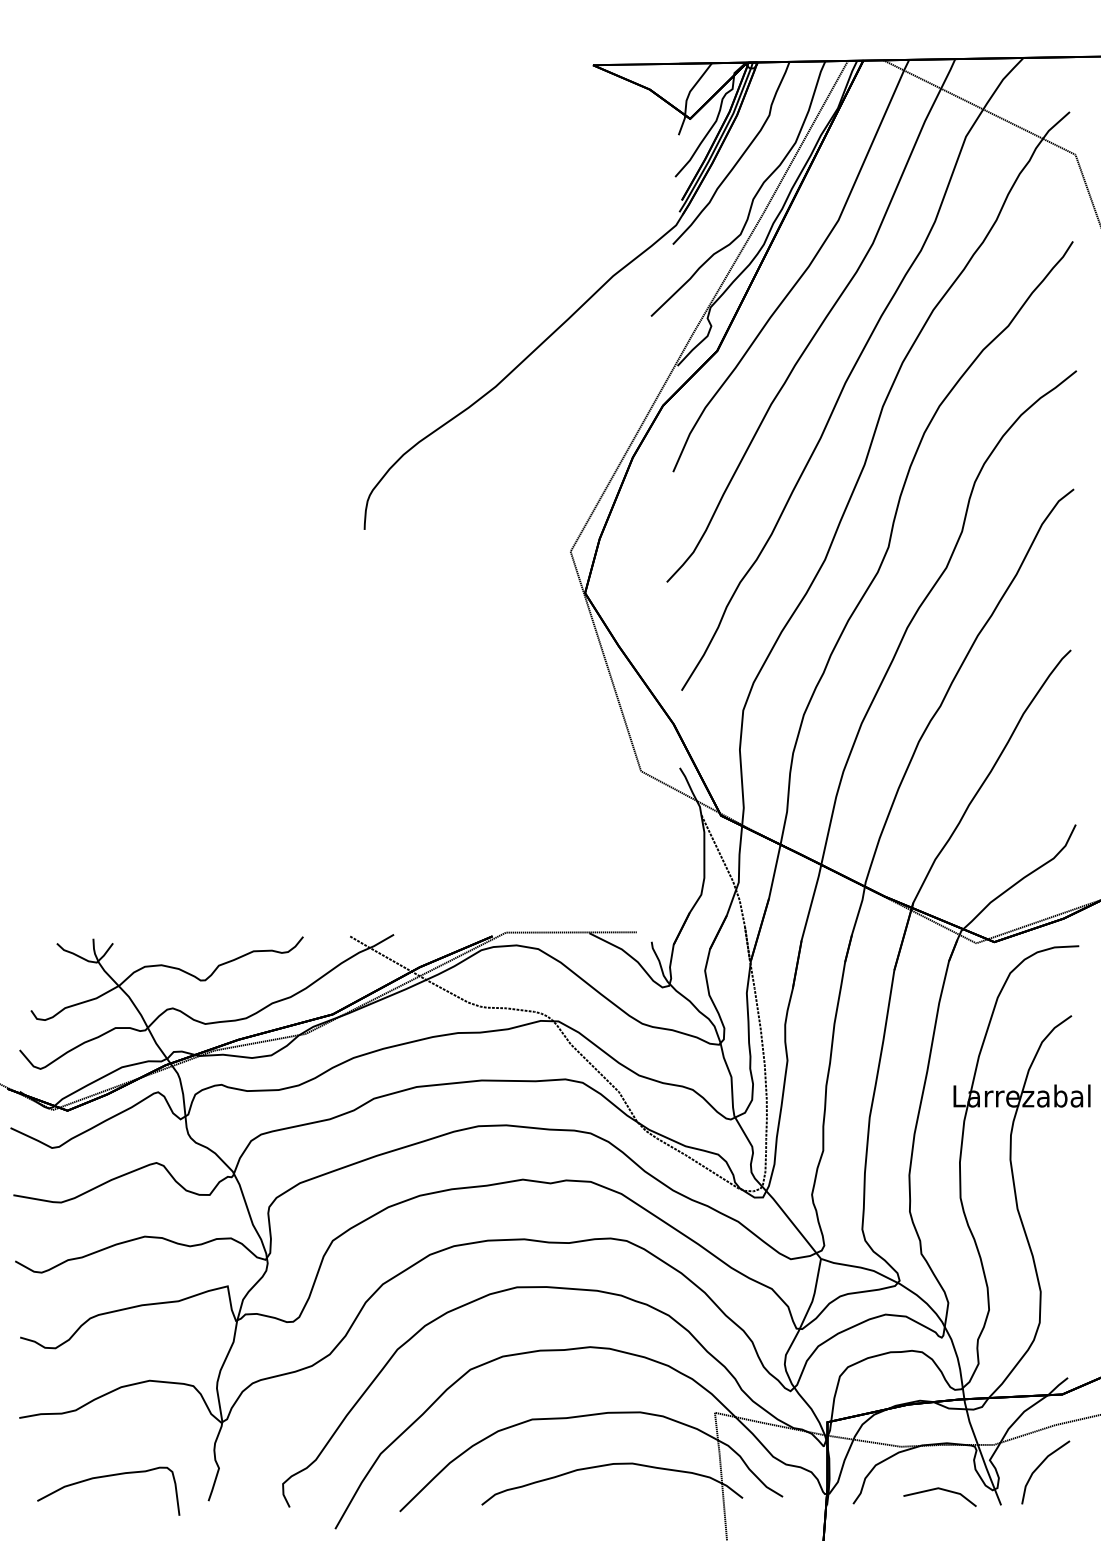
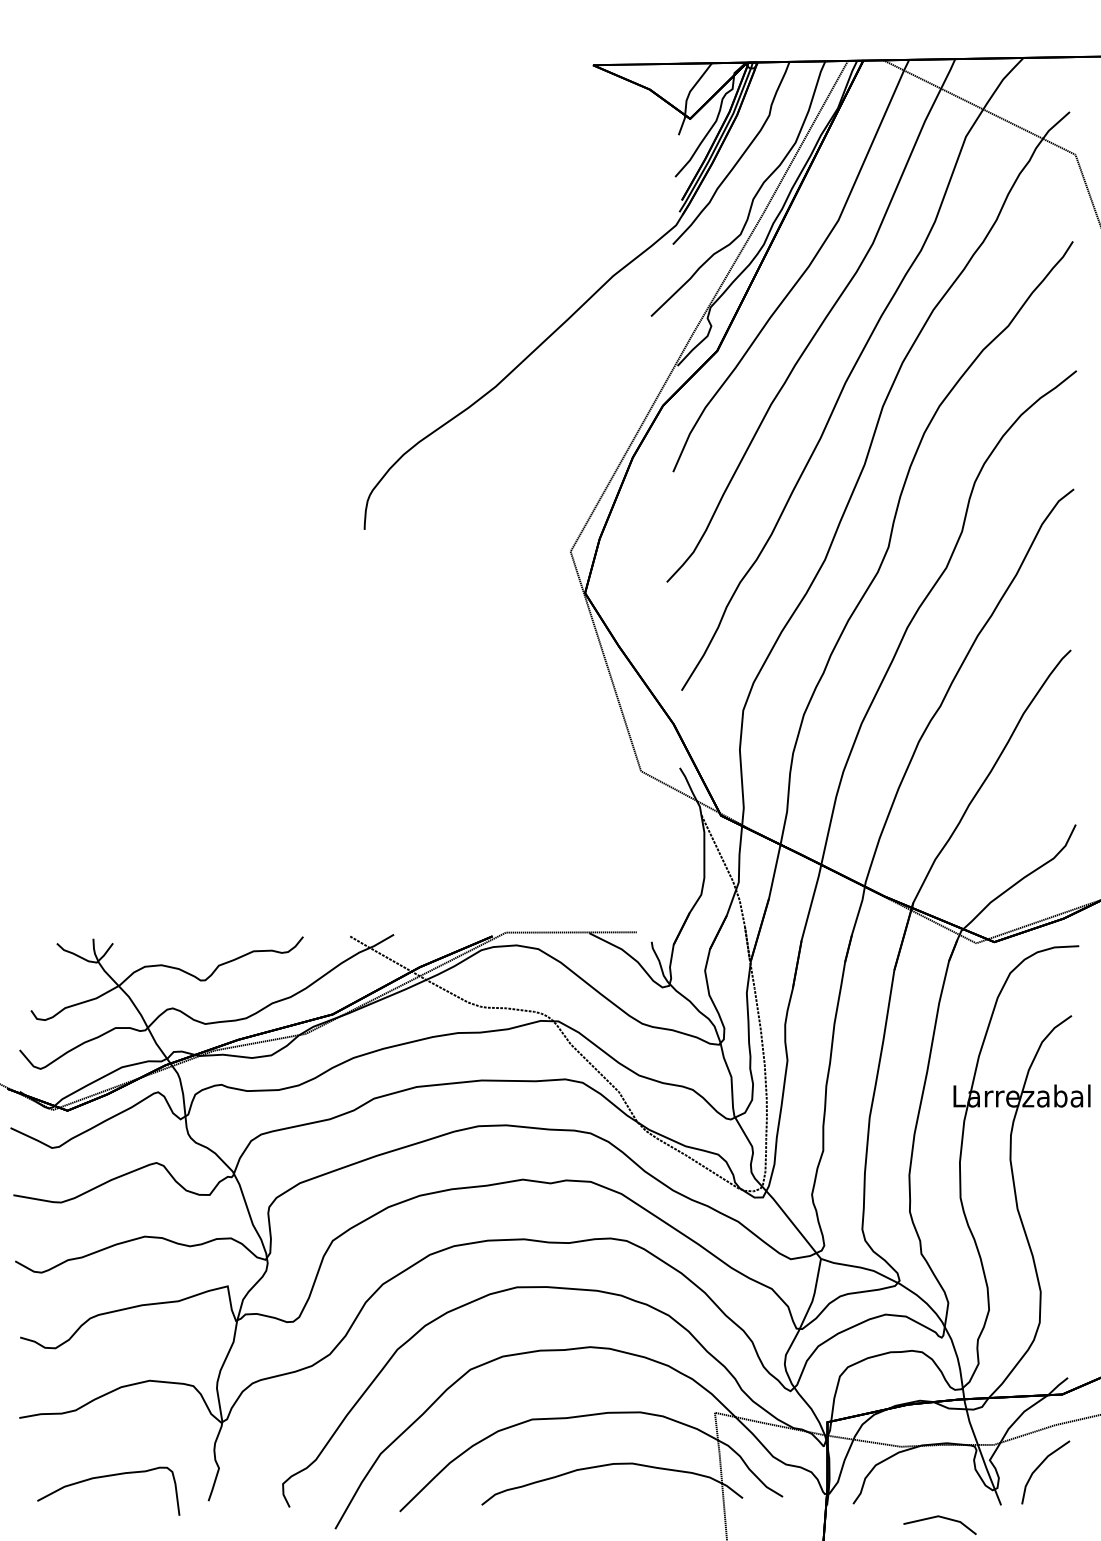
line at (942, 1490) position: (942, 1490) -> (942, 1518)
